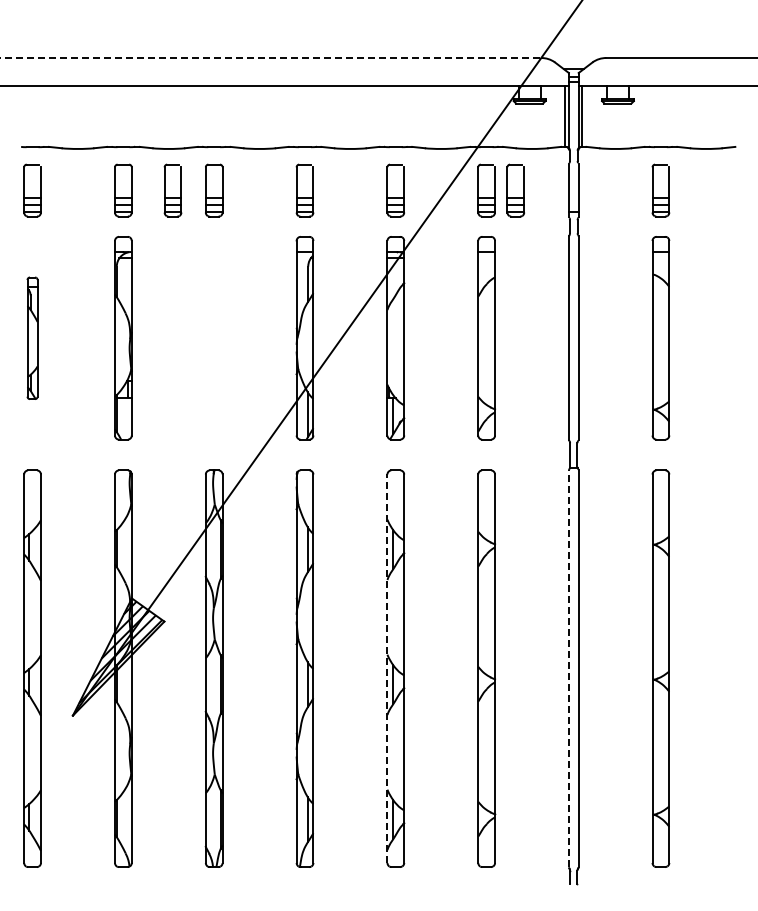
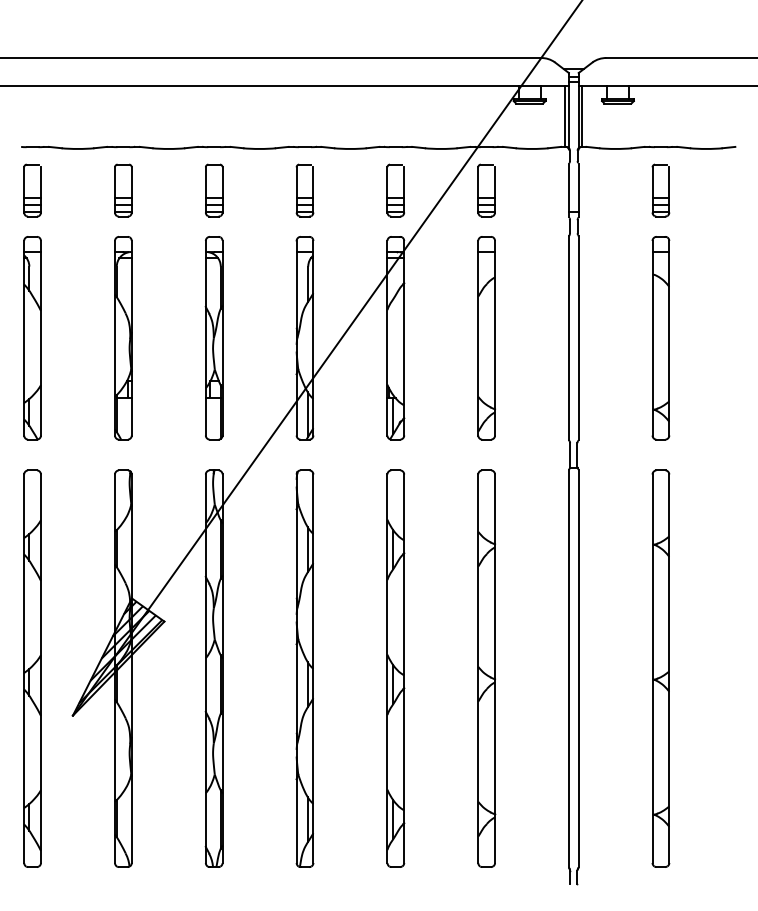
line at (271, 57): dashed -> solid
part at (172, 190): present -> none
part at (515, 190): present -> none
part at (32, 337) size: 13x124 px -> 19x205 px
part at (213, 338): none -> present
line at (387, 668): dashed -> solid
line at (569, 668): dashed -> solid
